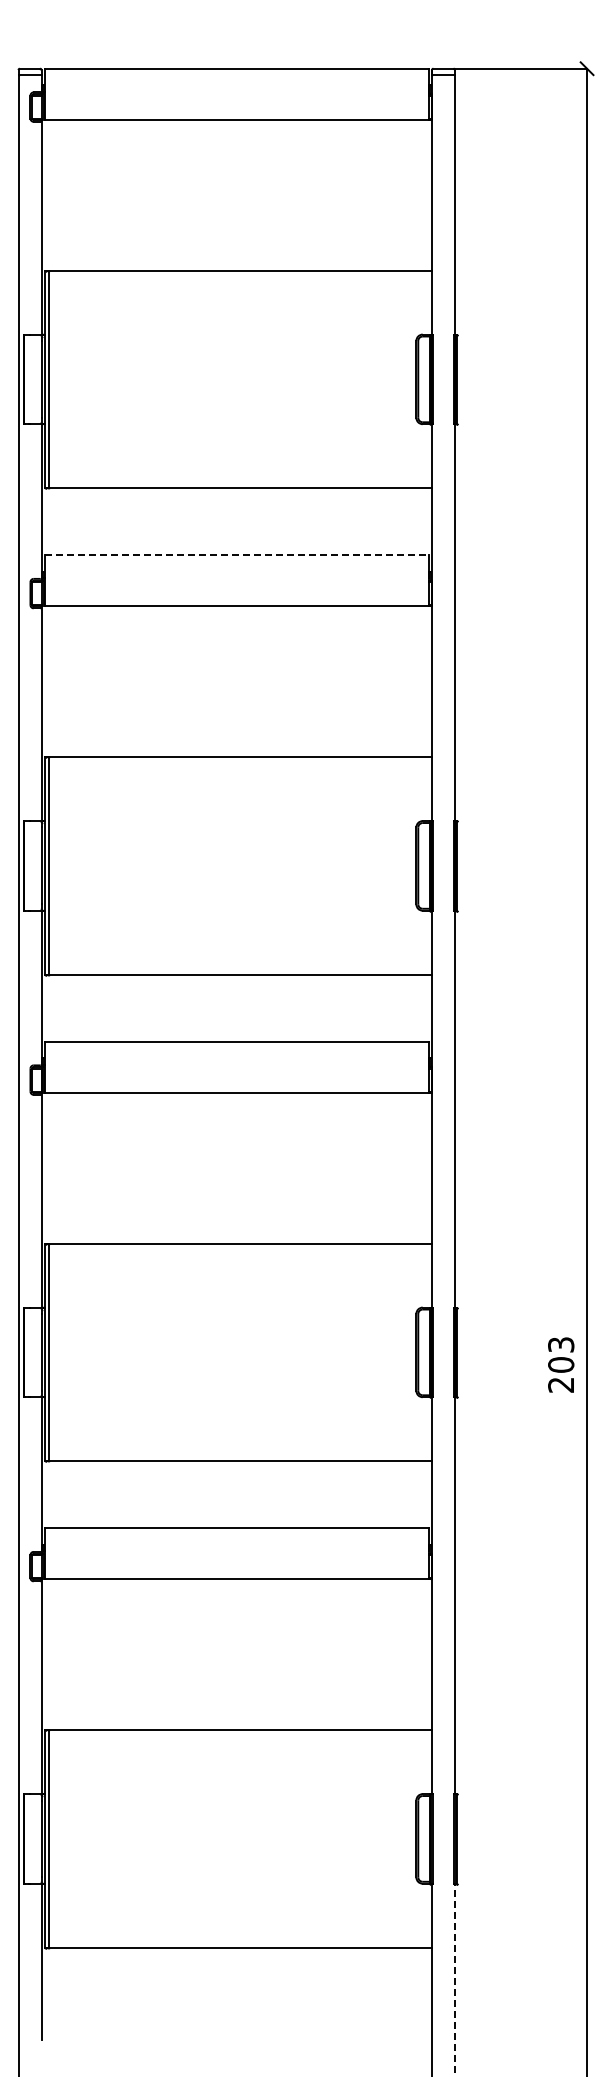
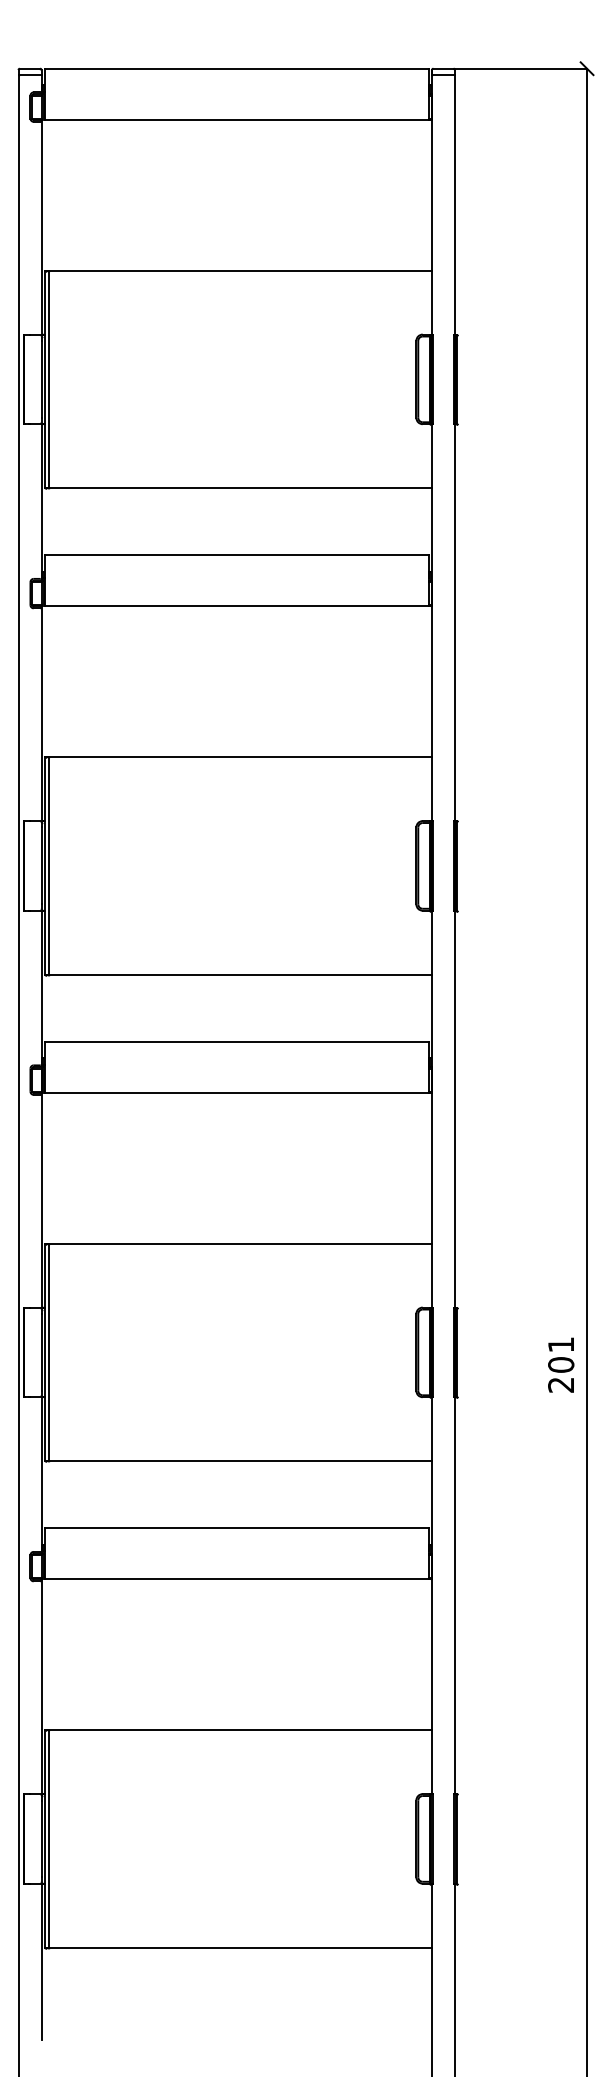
line at (237, 555): dashed -> solid
text at (561, 1344): 203 -> 201
line at (455, 1979): dashed -> solid
